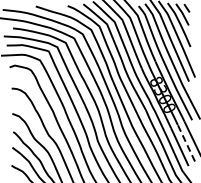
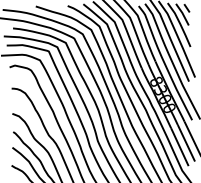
line at (186, 142): dashed -> solid
